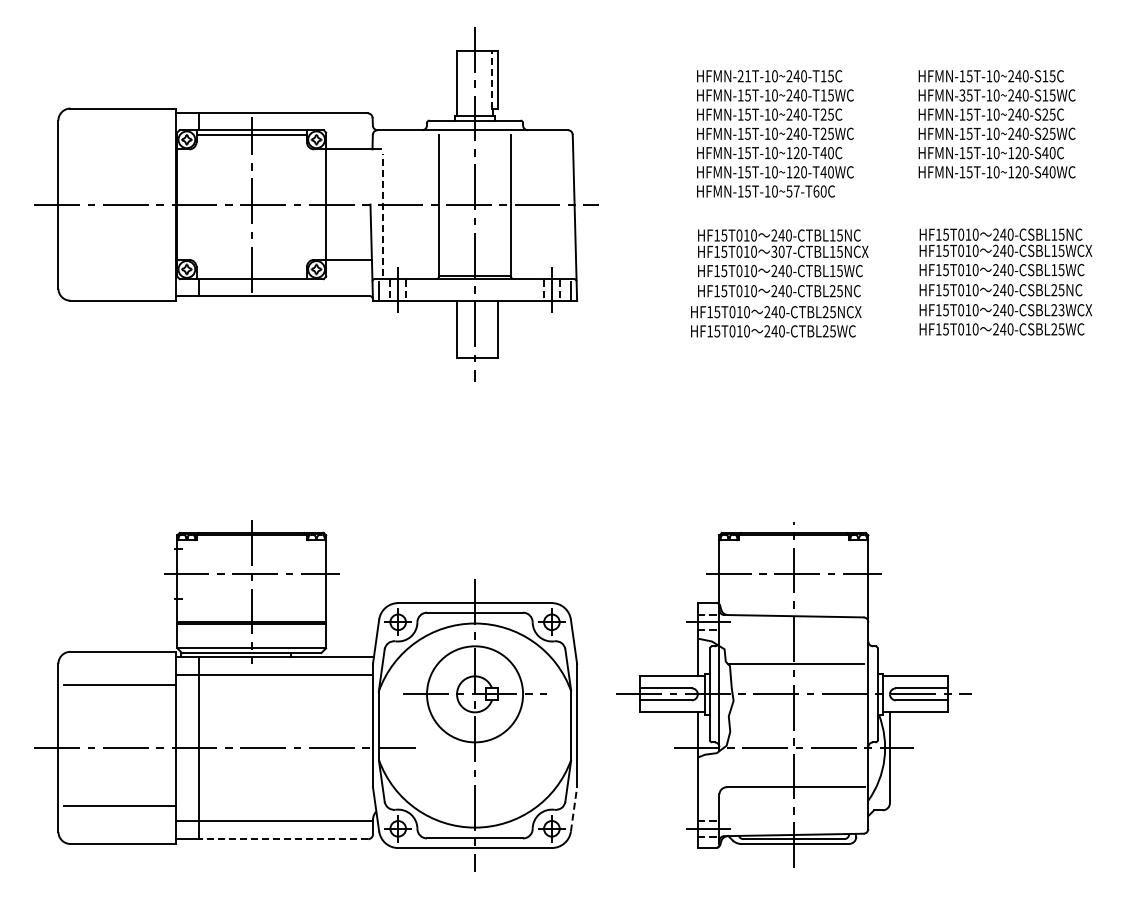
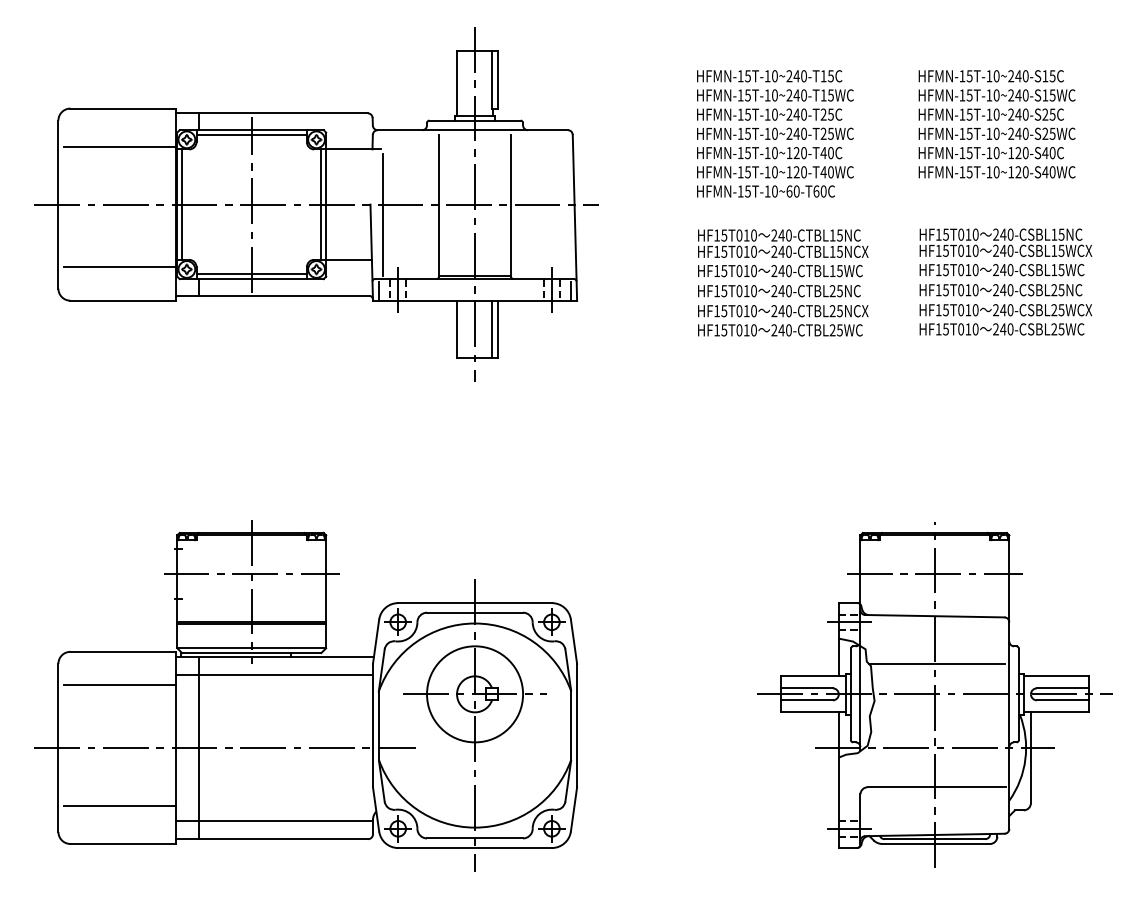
text at (743, 76): HFMN-21T-10~240-T15C -> HFMN-15T-10~240-T15C
line at (492, 79): dashed -> solid
text at (962, 95): HFMN-35T-10~240-S15WC -> HFMN-15T-10~240-S15WC
line at (120, 147): none -> present
text at (792, 191): HFMN-15T-10~57-T60C -> HFMN-15T-10~60-T60C
line at (182, 204): none -> present
line at (321, 204): none -> present
line at (383, 214): dashed -> solid
text at (781, 251): 307-CTBL15NCX -> 240-CTBL15NCX
line at (120, 267): none -> present
line at (251, 274): none -> present
text at (1061, 309): 240-CSBL23WCX -> 240-CSBL25WCX
text at (776, 321) position: (776, 321) -> (783, 320)
line at (492, 329): none -> present
part at (793, 694) position: (793, 694) -> (934, 694)
line at (574, 808): dashed -> solid
line at (283, 839): dashed -> solid
